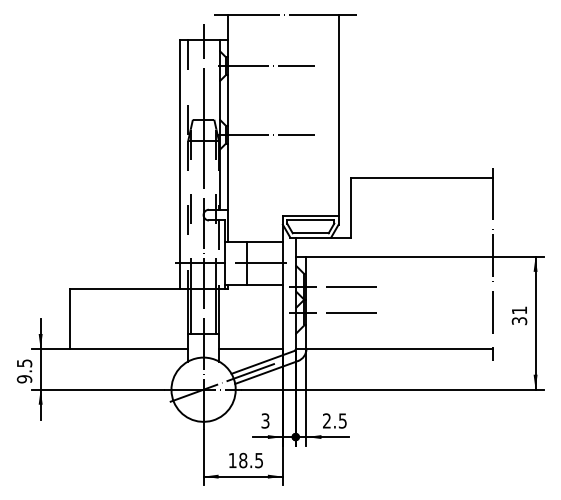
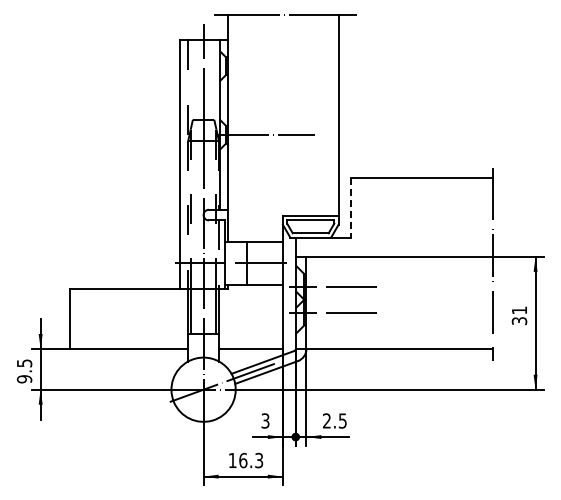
line at (266, 66): present -> none
line at (351, 207): solid -> dashed
text at (251, 460): 18.5 -> 16.3
